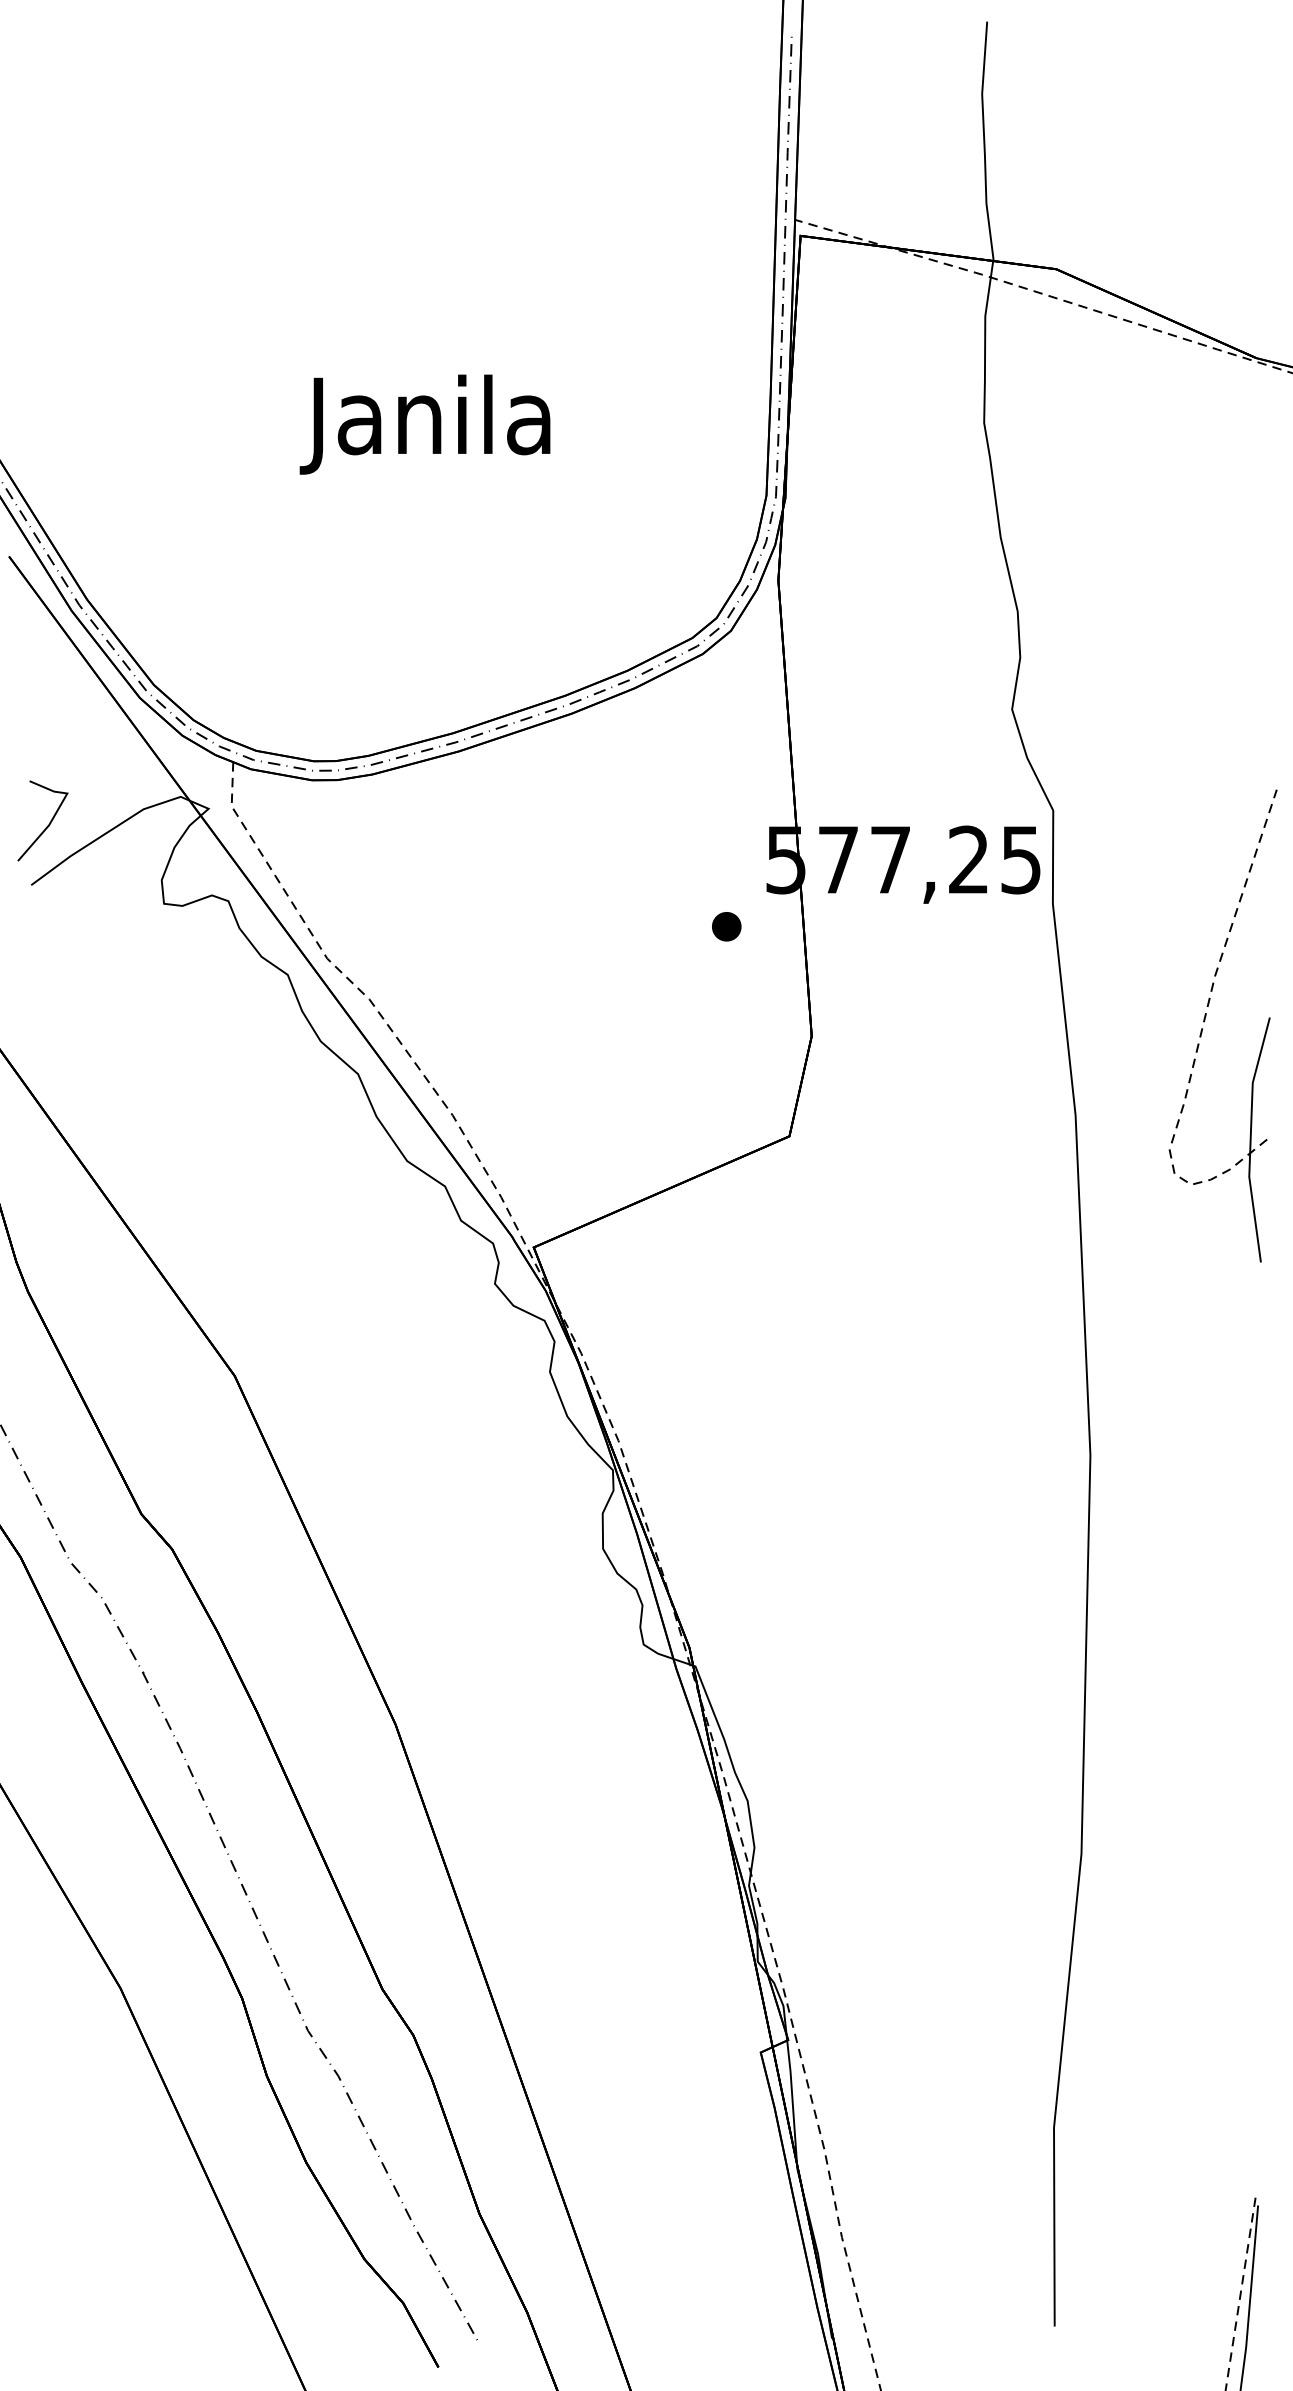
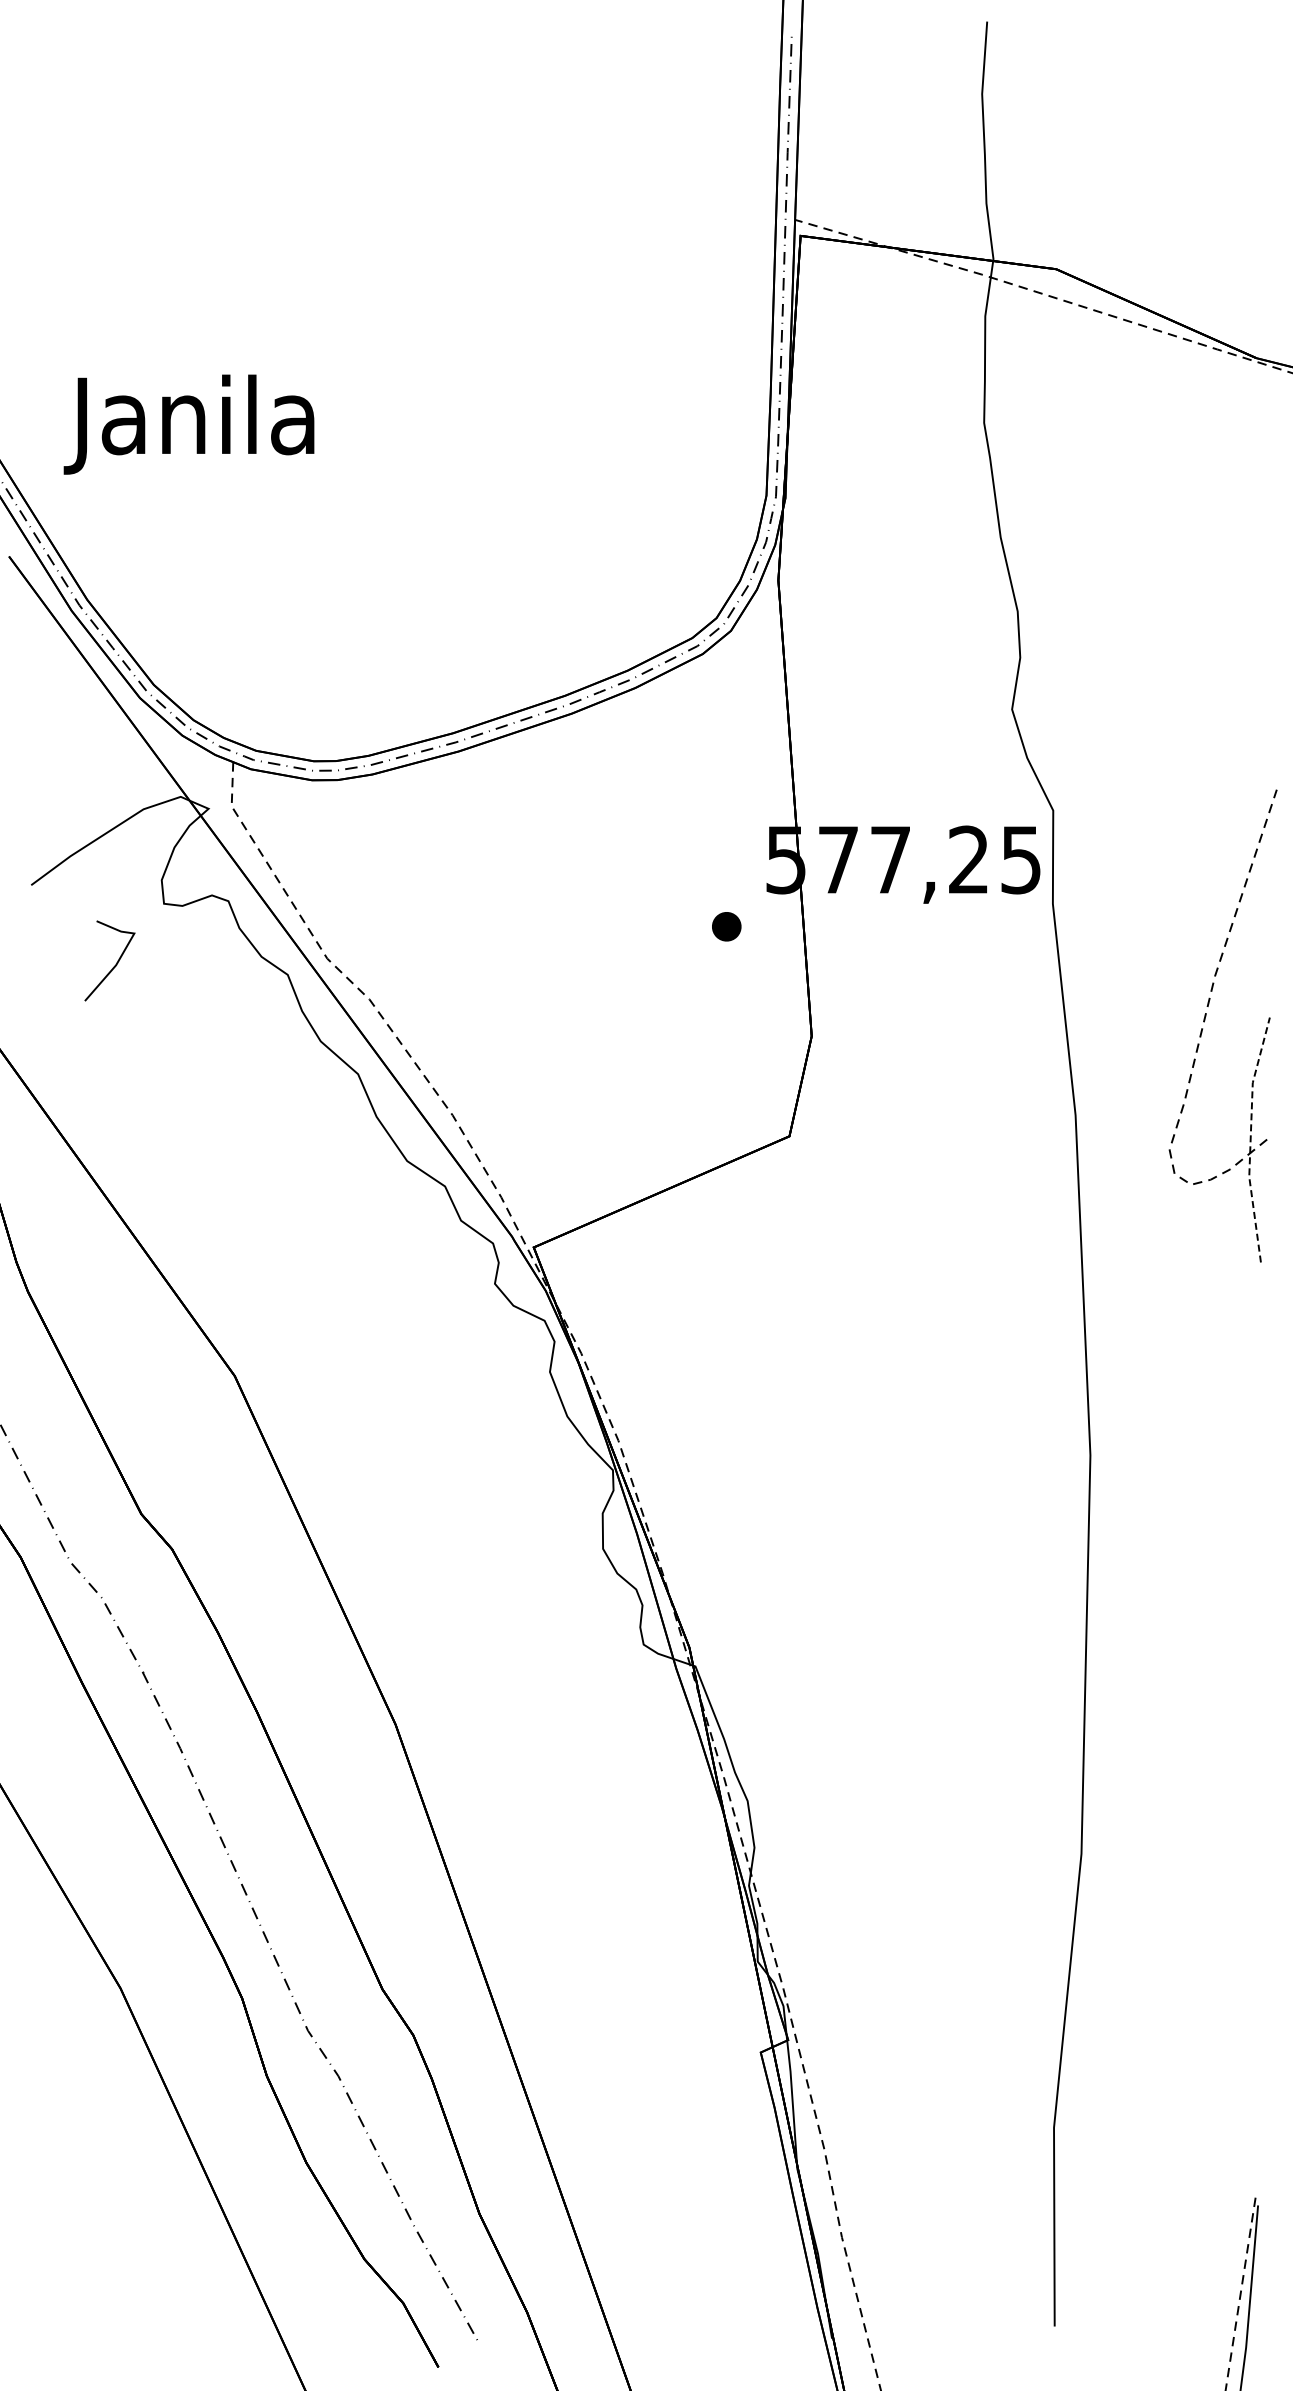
text at (424, 424) position: (424, 424) -> (188, 424)
line at (47, 825) position: (47, 825) -> (114, 965)
line at (1250, 1139): solid -> dashed
